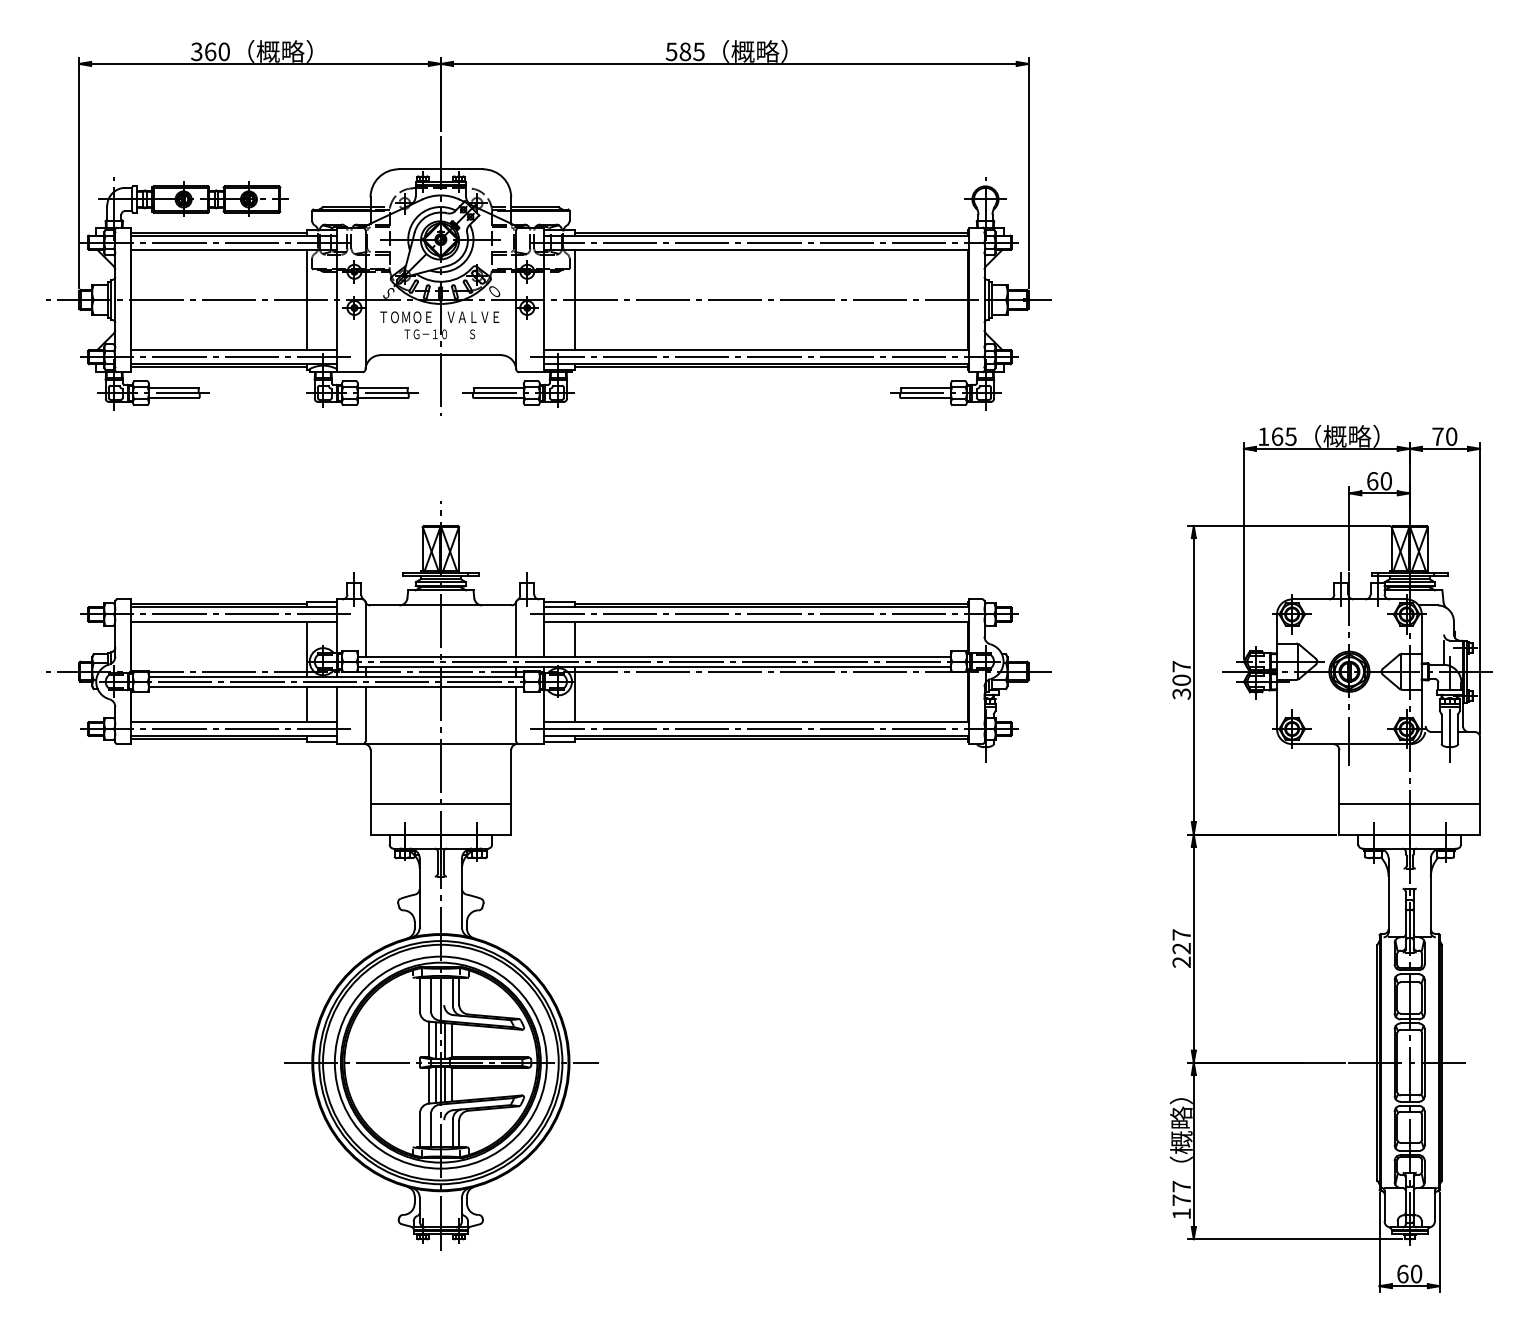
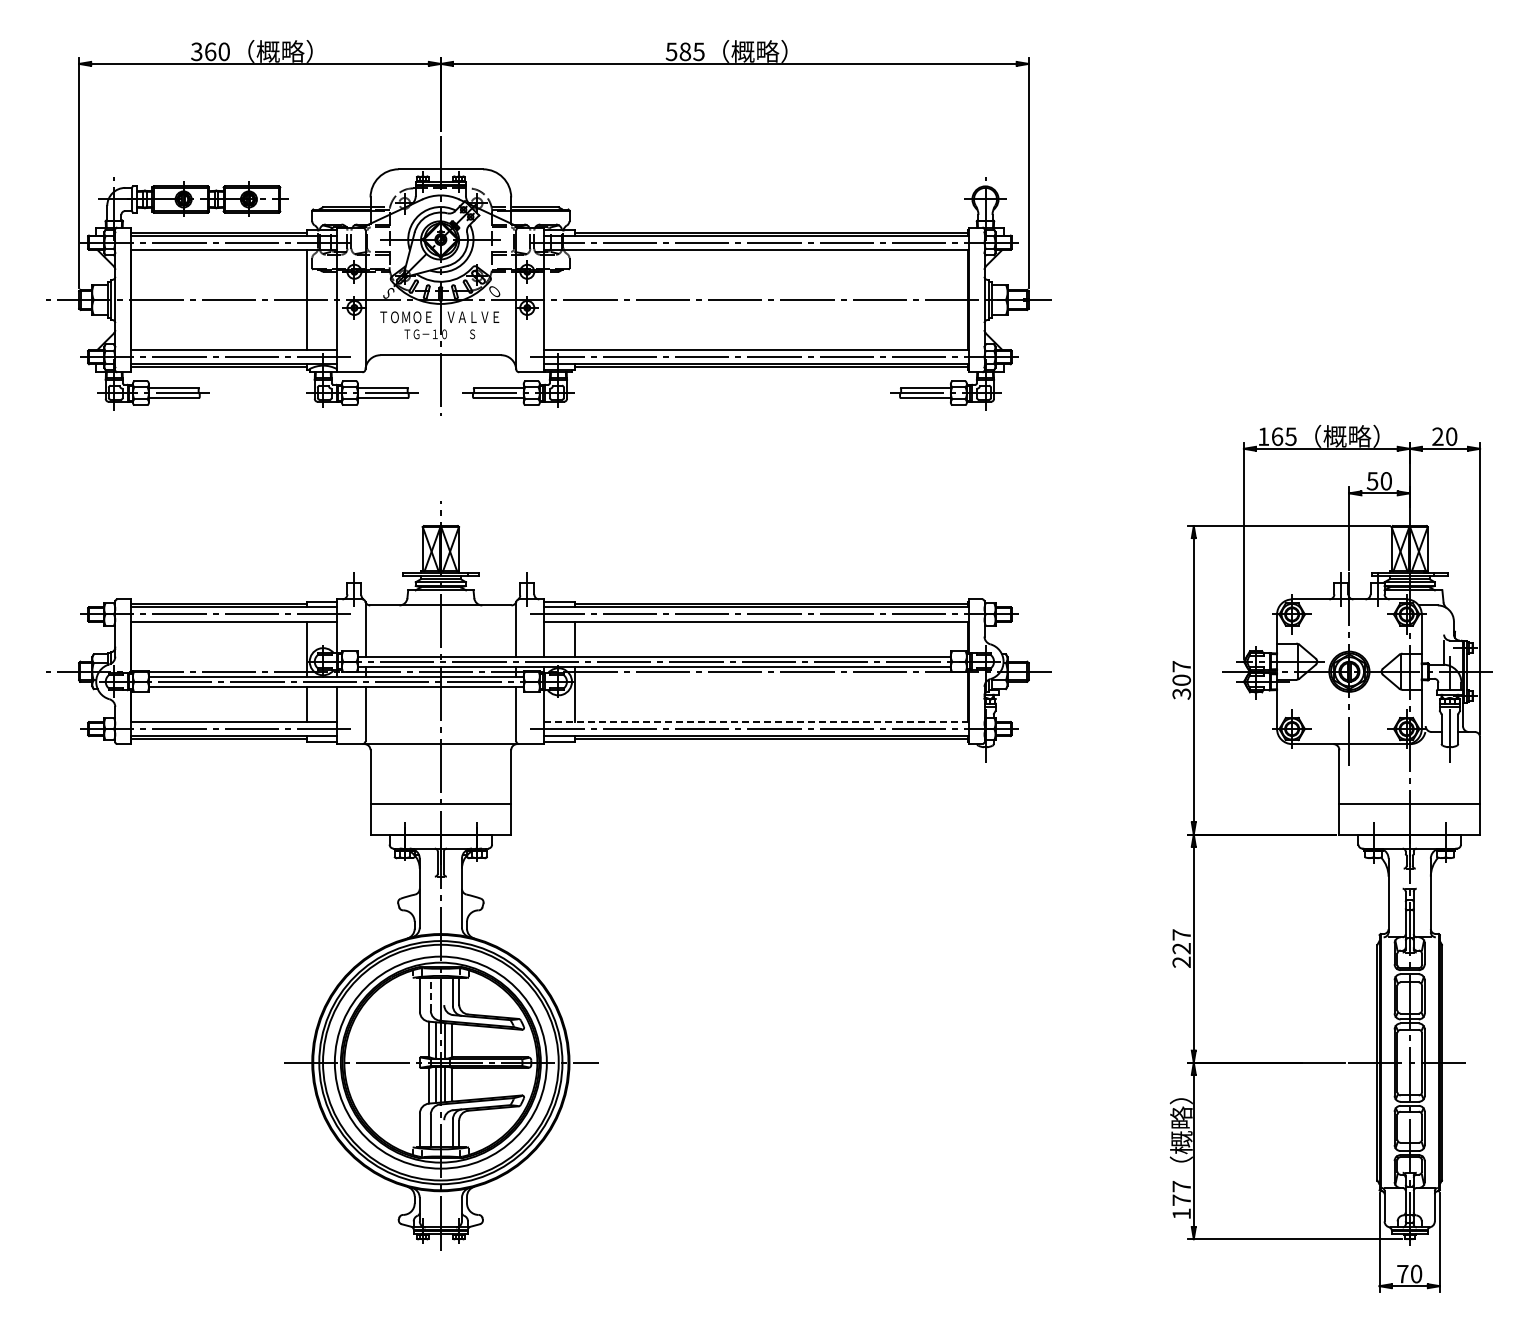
line at (574, 299): present -> none
text at (1437, 436): 70 -> 20
text at (1372, 481): 60 -> 50
line at (757, 722): solid -> dashed
line at (430, 994): solid -> dashed
text at (1402, 1273): 60 -> 70
